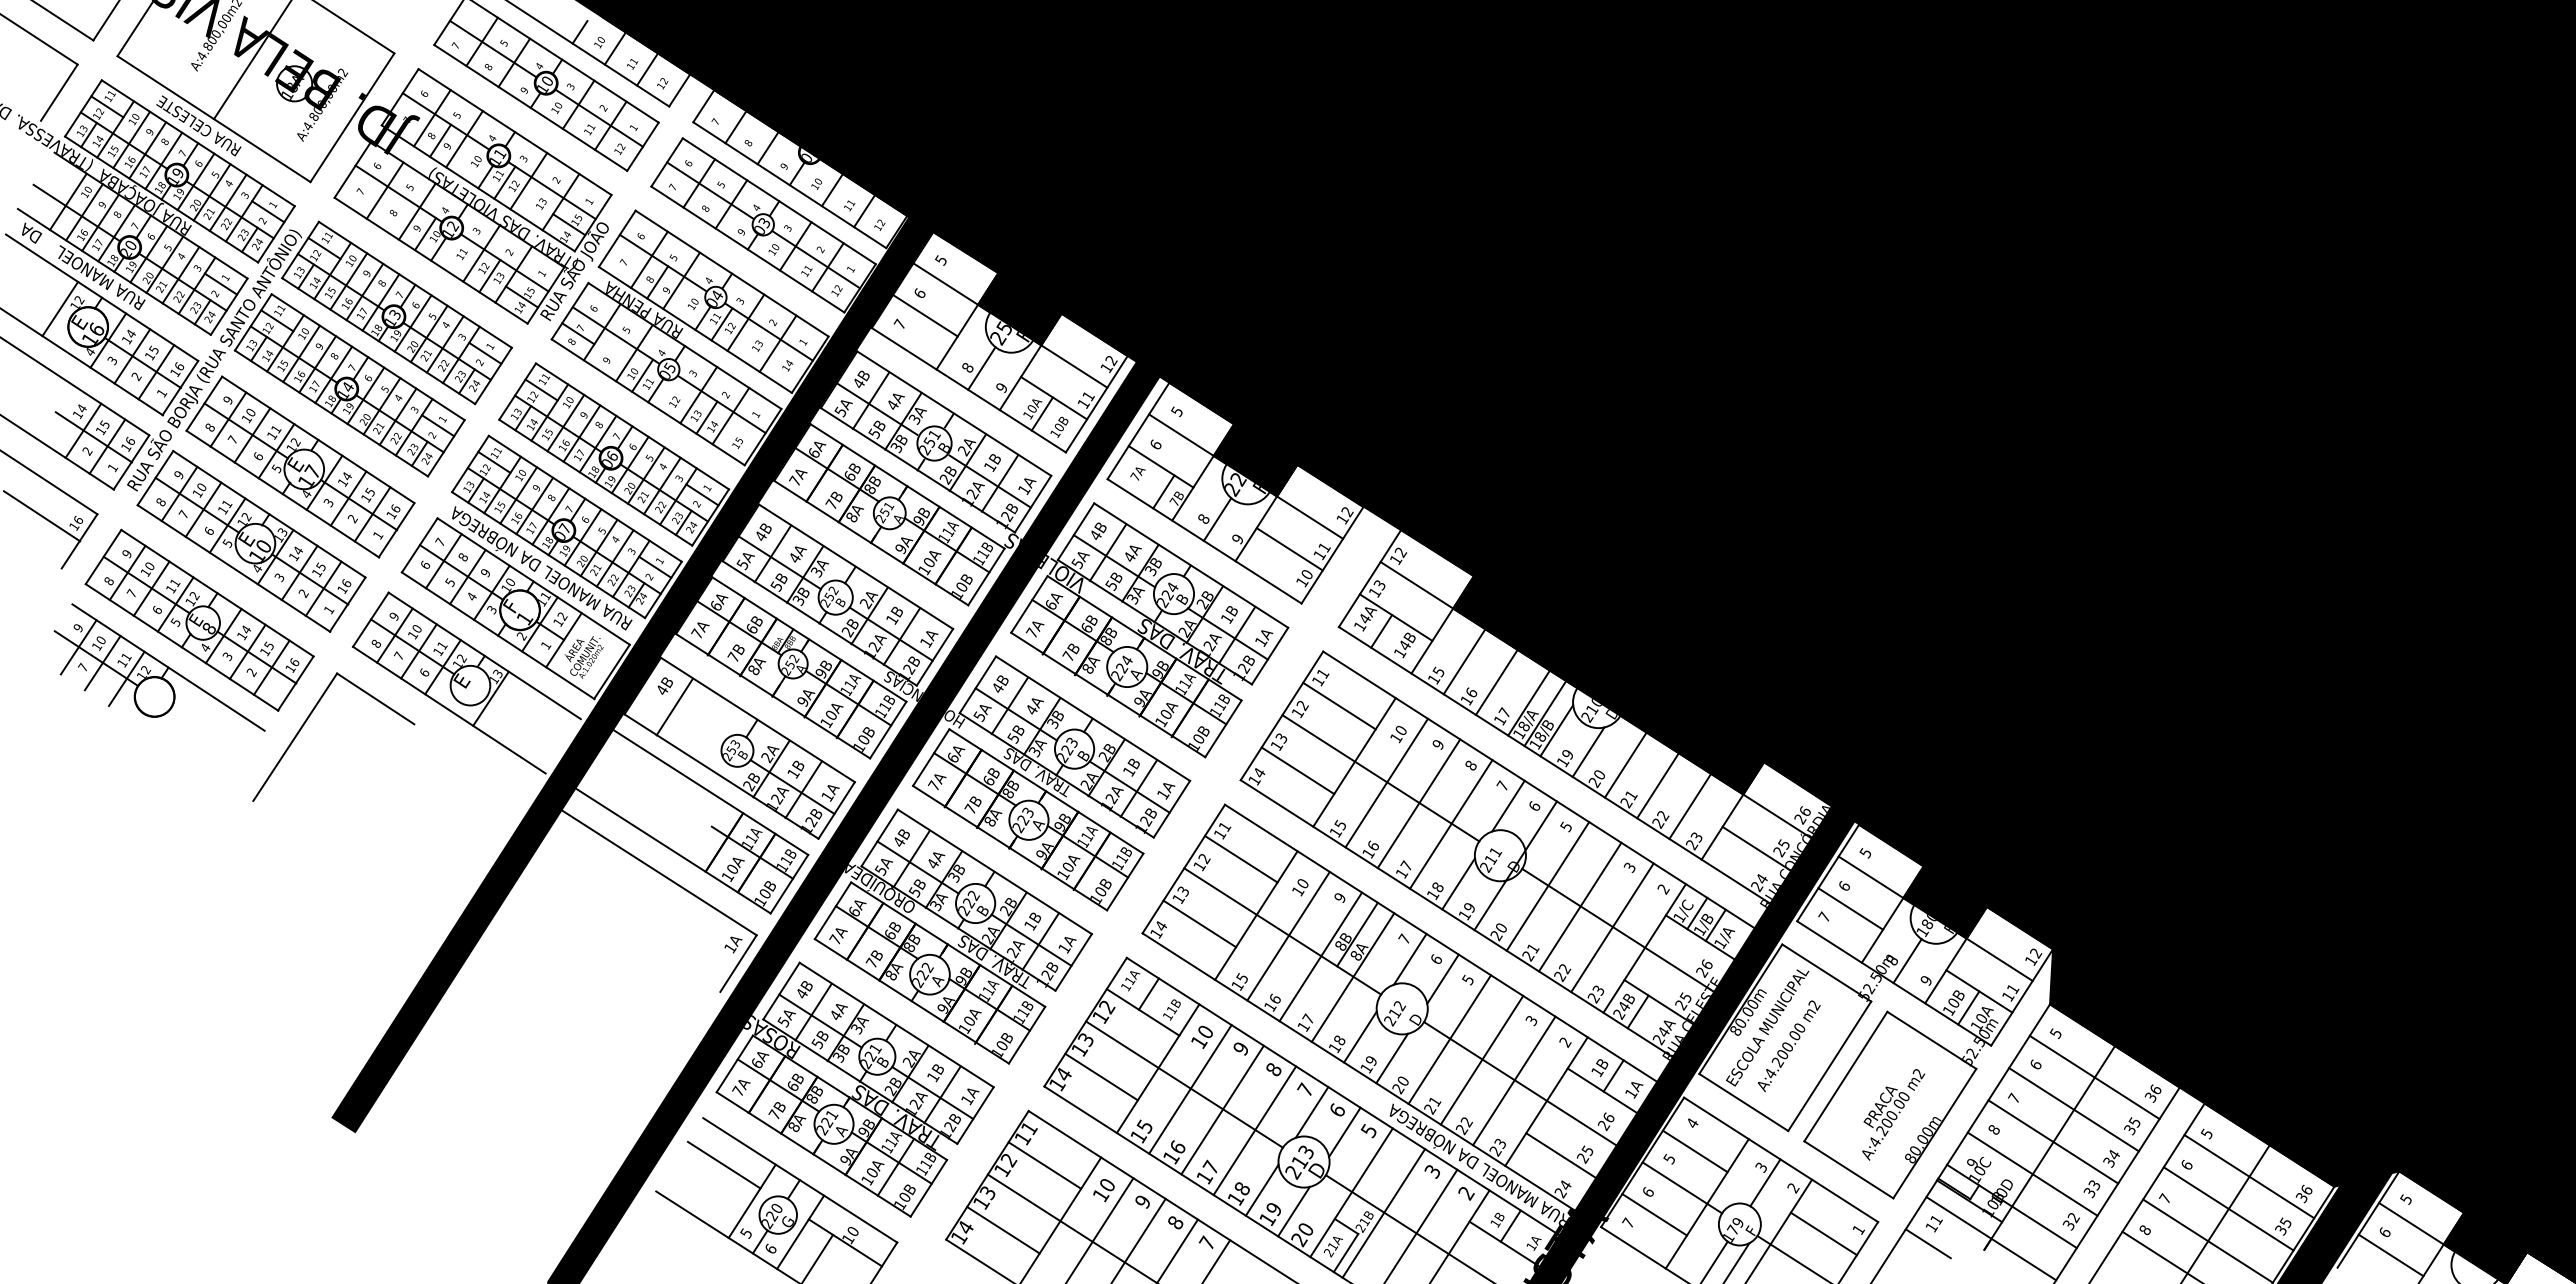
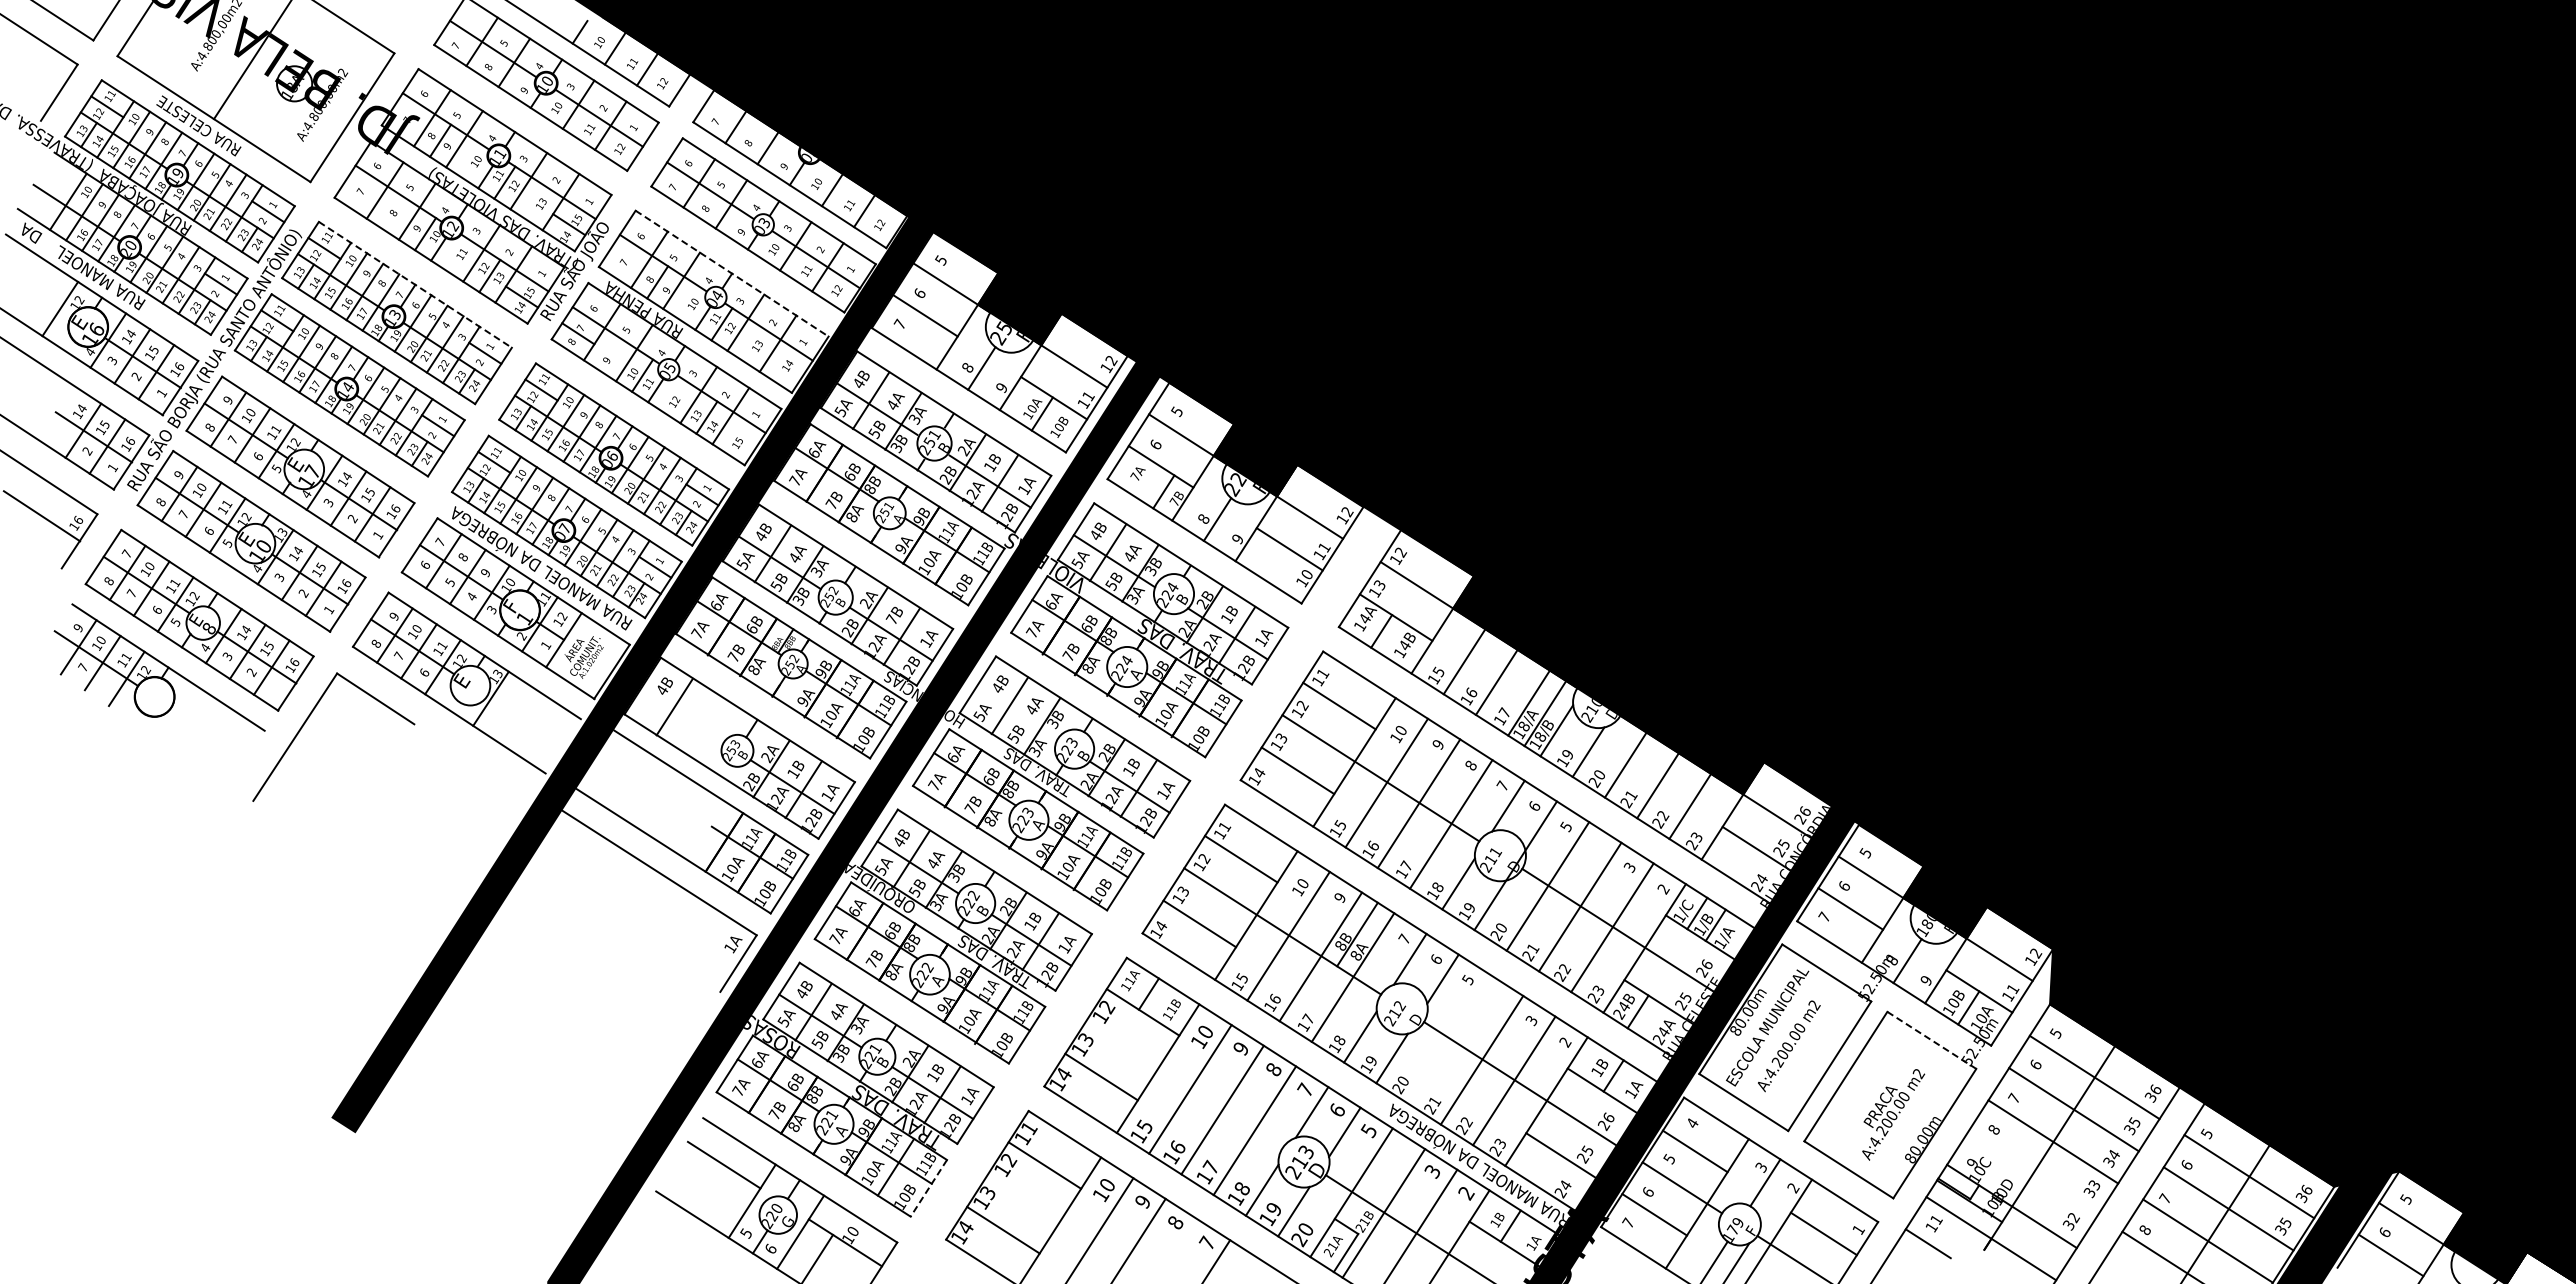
line at (732, 273): solid -> dashed
line at (415, 285): solid -> dashed
text at (126, 553): 9 -> 7
text at (891, 619): 1B -> 7B
line at (1016, 714): present -> none
line at (1449, 1039): present -> none
line at (1931, 1040): solid -> dashed
line at (1184, 1084): present -> none
line at (2032, 1173): present -> none
line at (928, 1188): solid -> dashed
line at (1070, 1227): present -> none
line at (1177, 1249): present -> none
